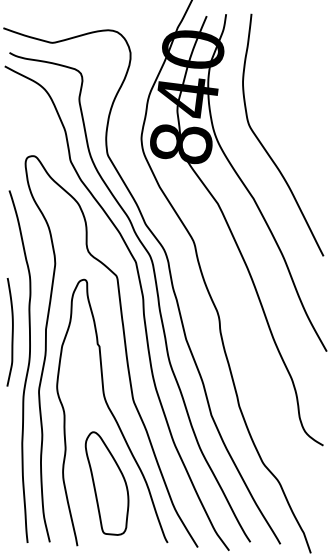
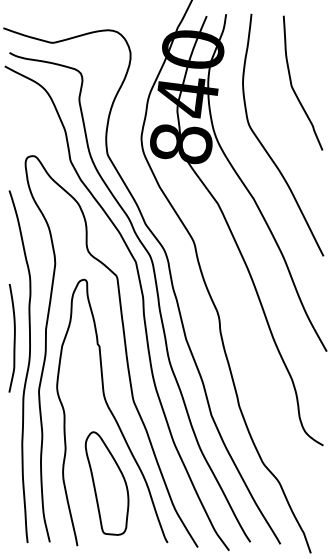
curve at (292, 84): none -> present
curve at (11, 332) position: (11, 332) -> (13, 338)
